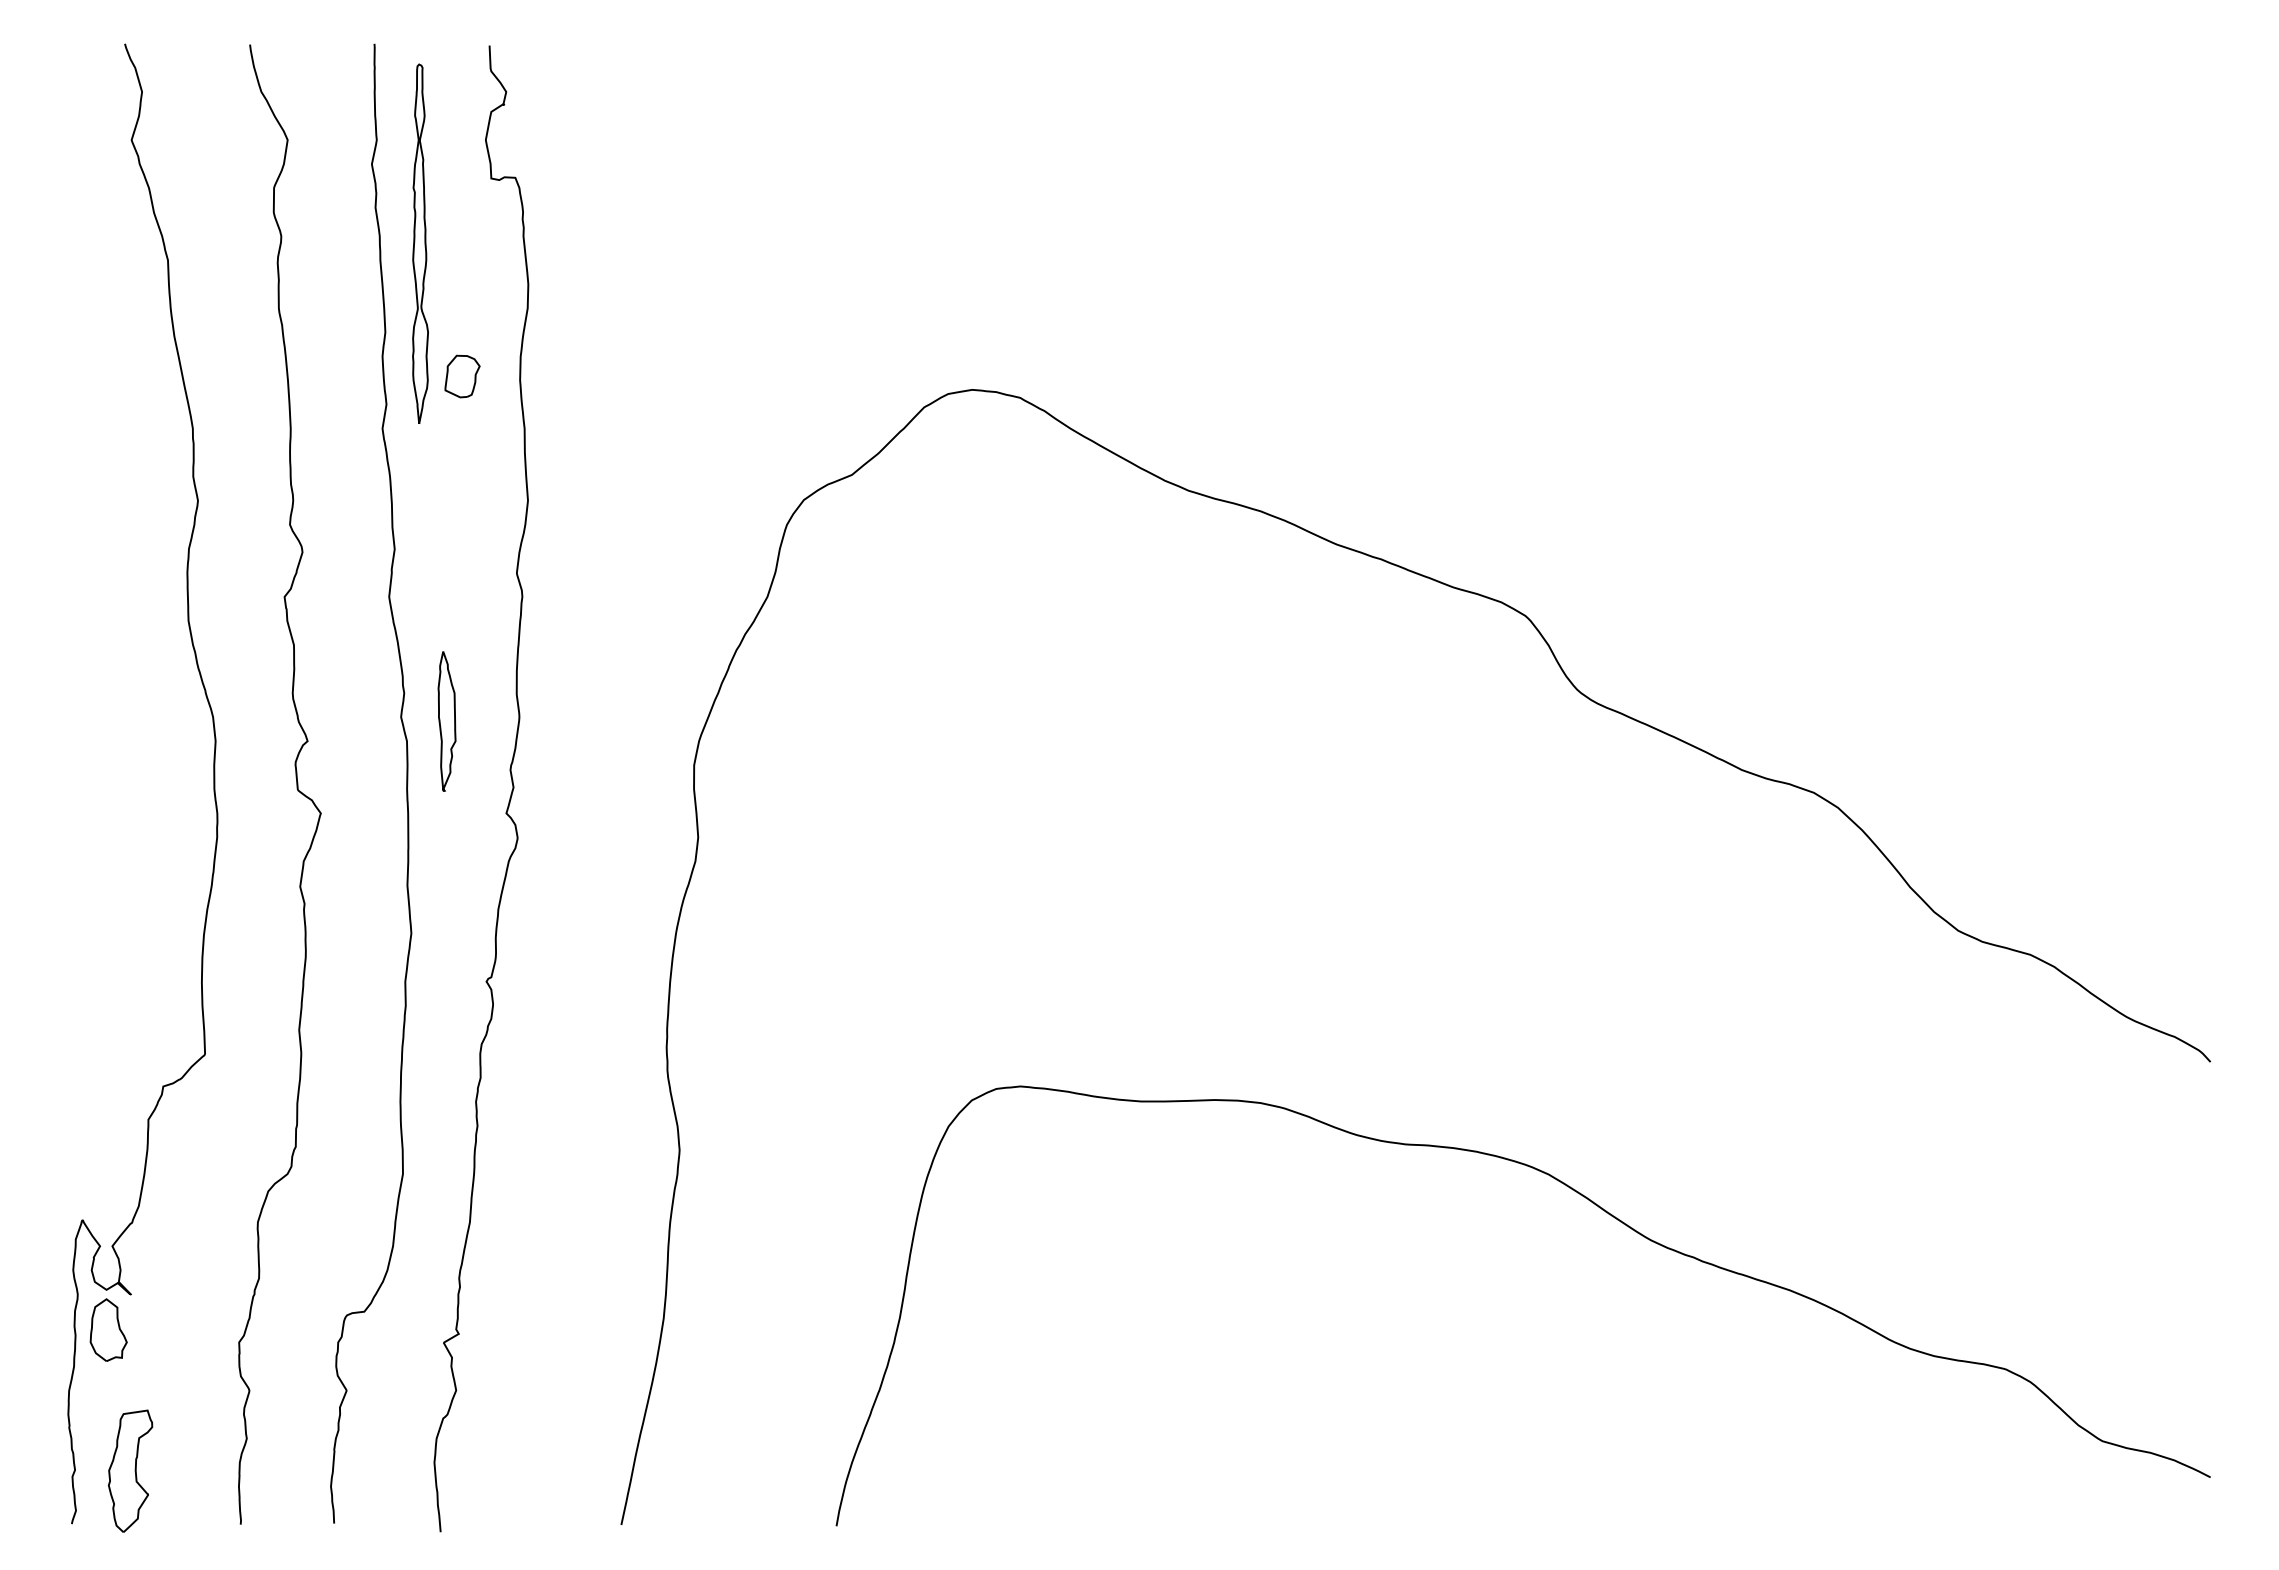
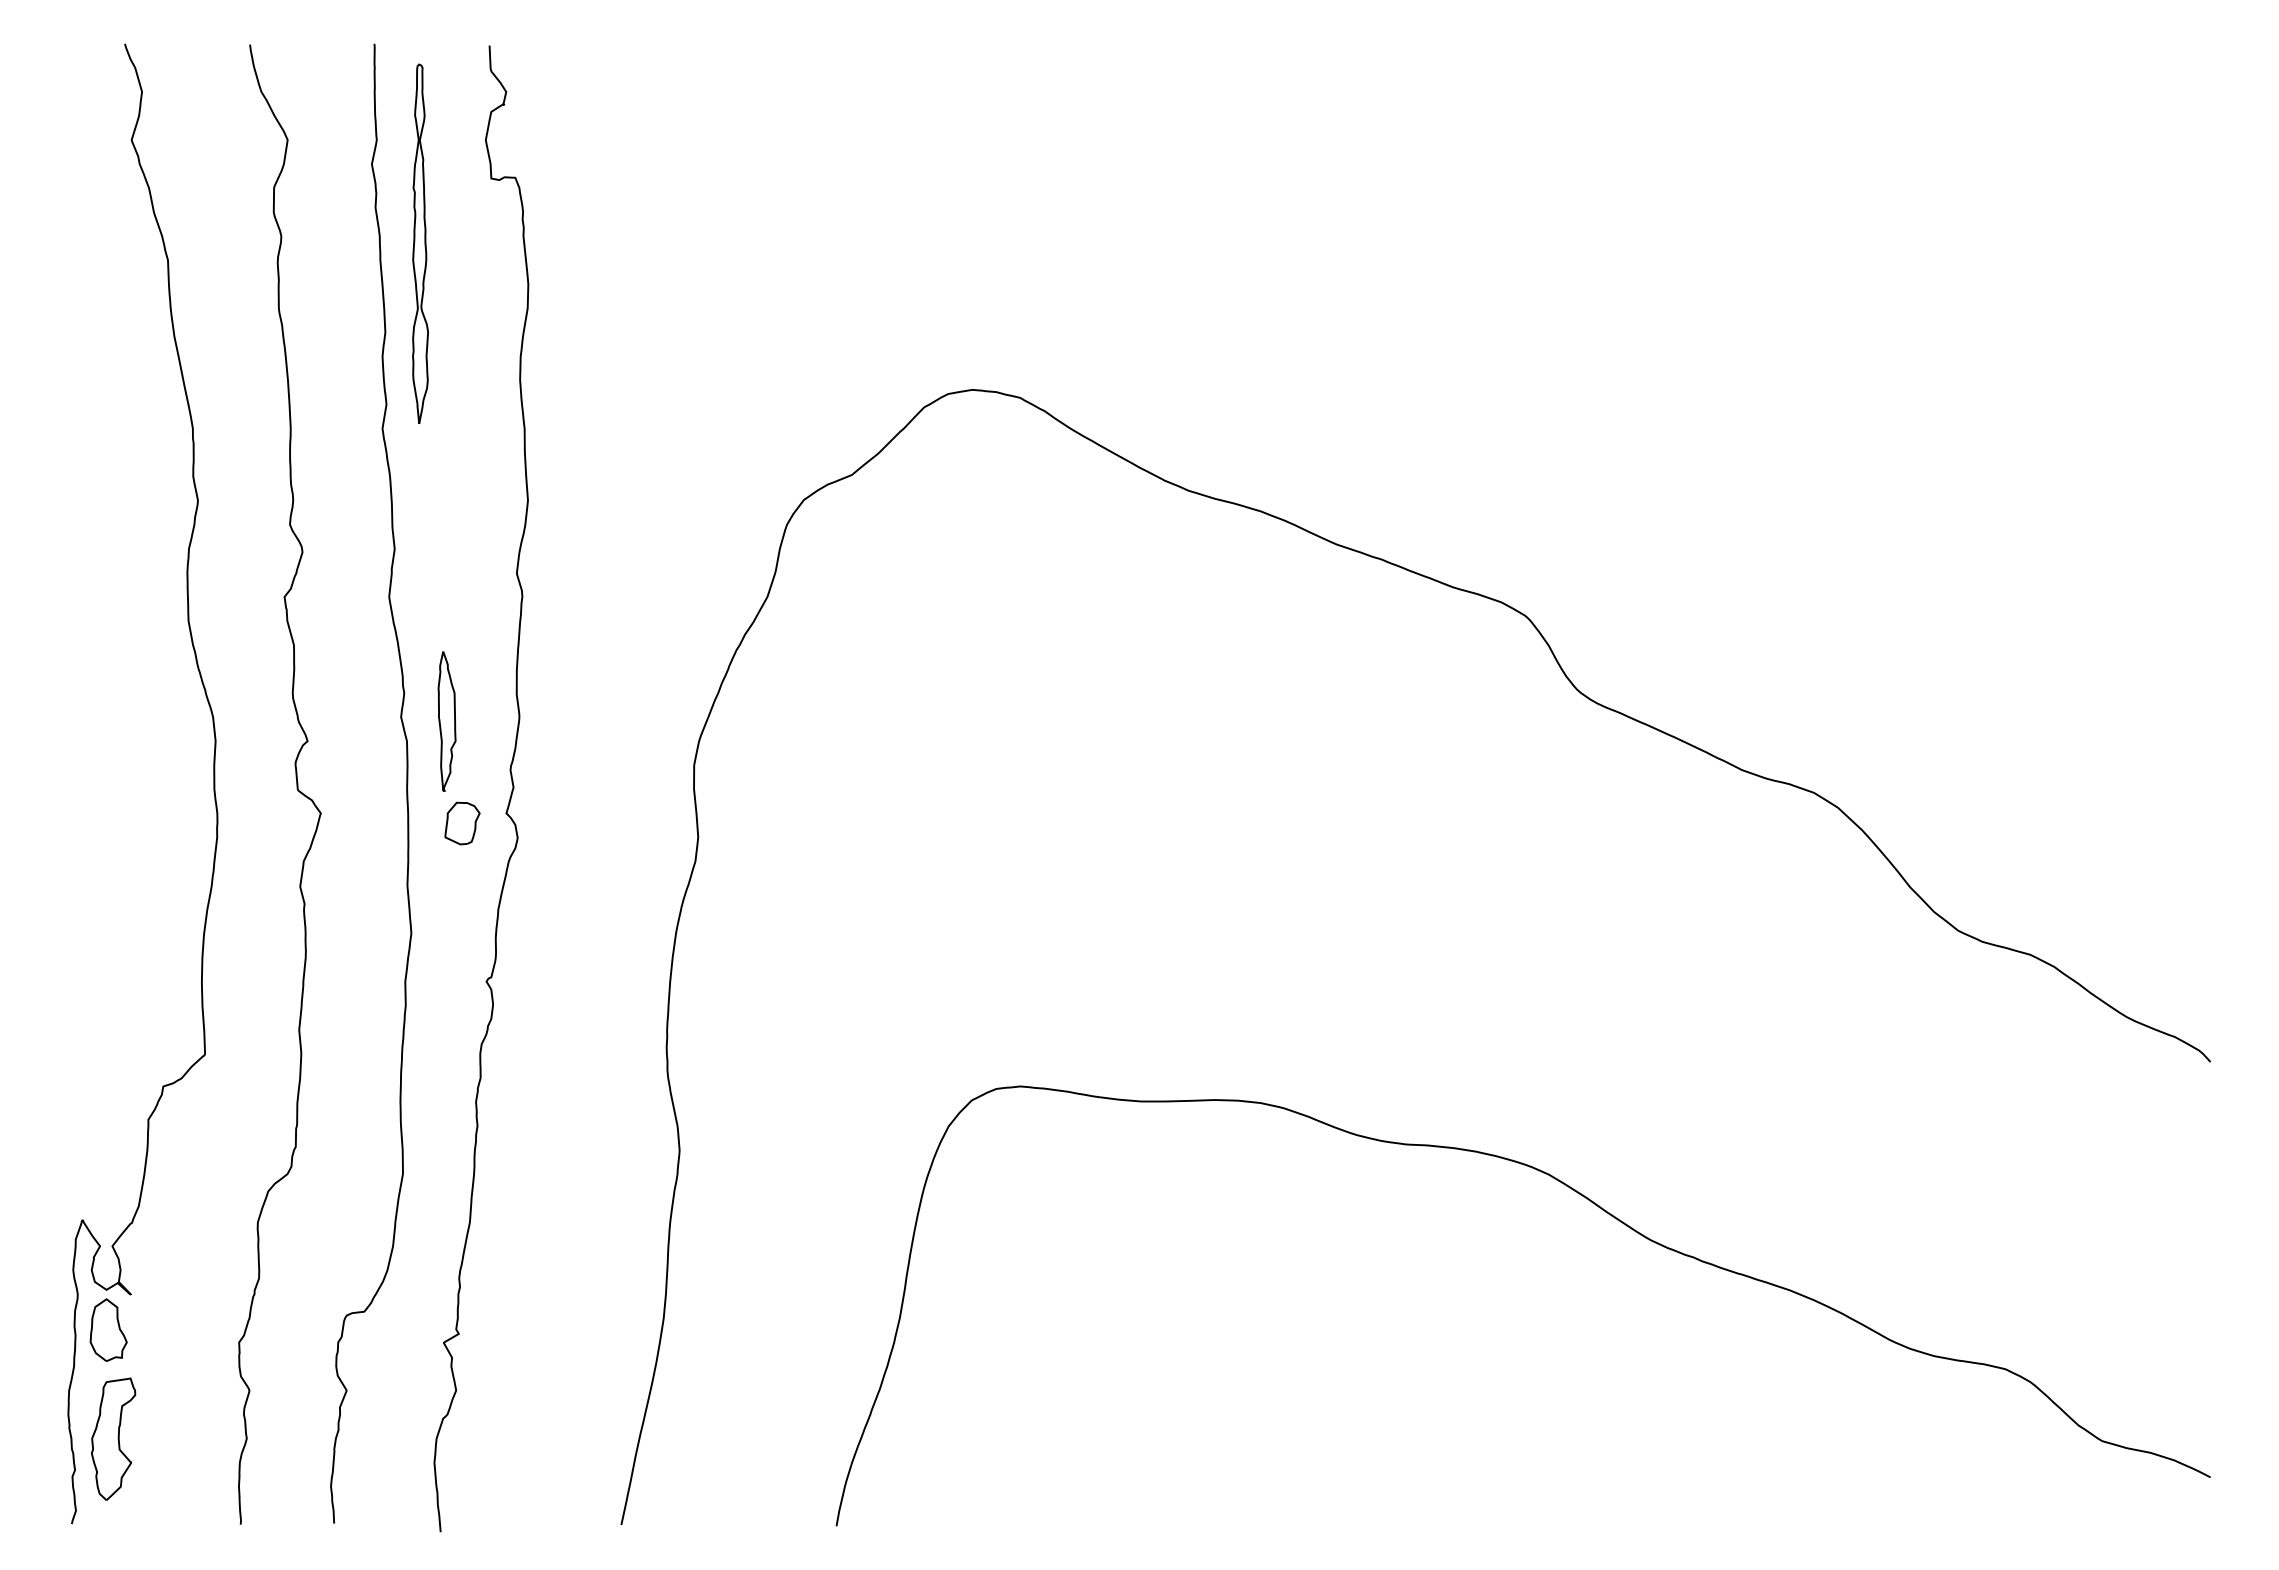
part at (462, 376) position: (462, 376) -> (462, 823)
part at (130, 1470) position: (130, 1470) -> (113, 1438)
